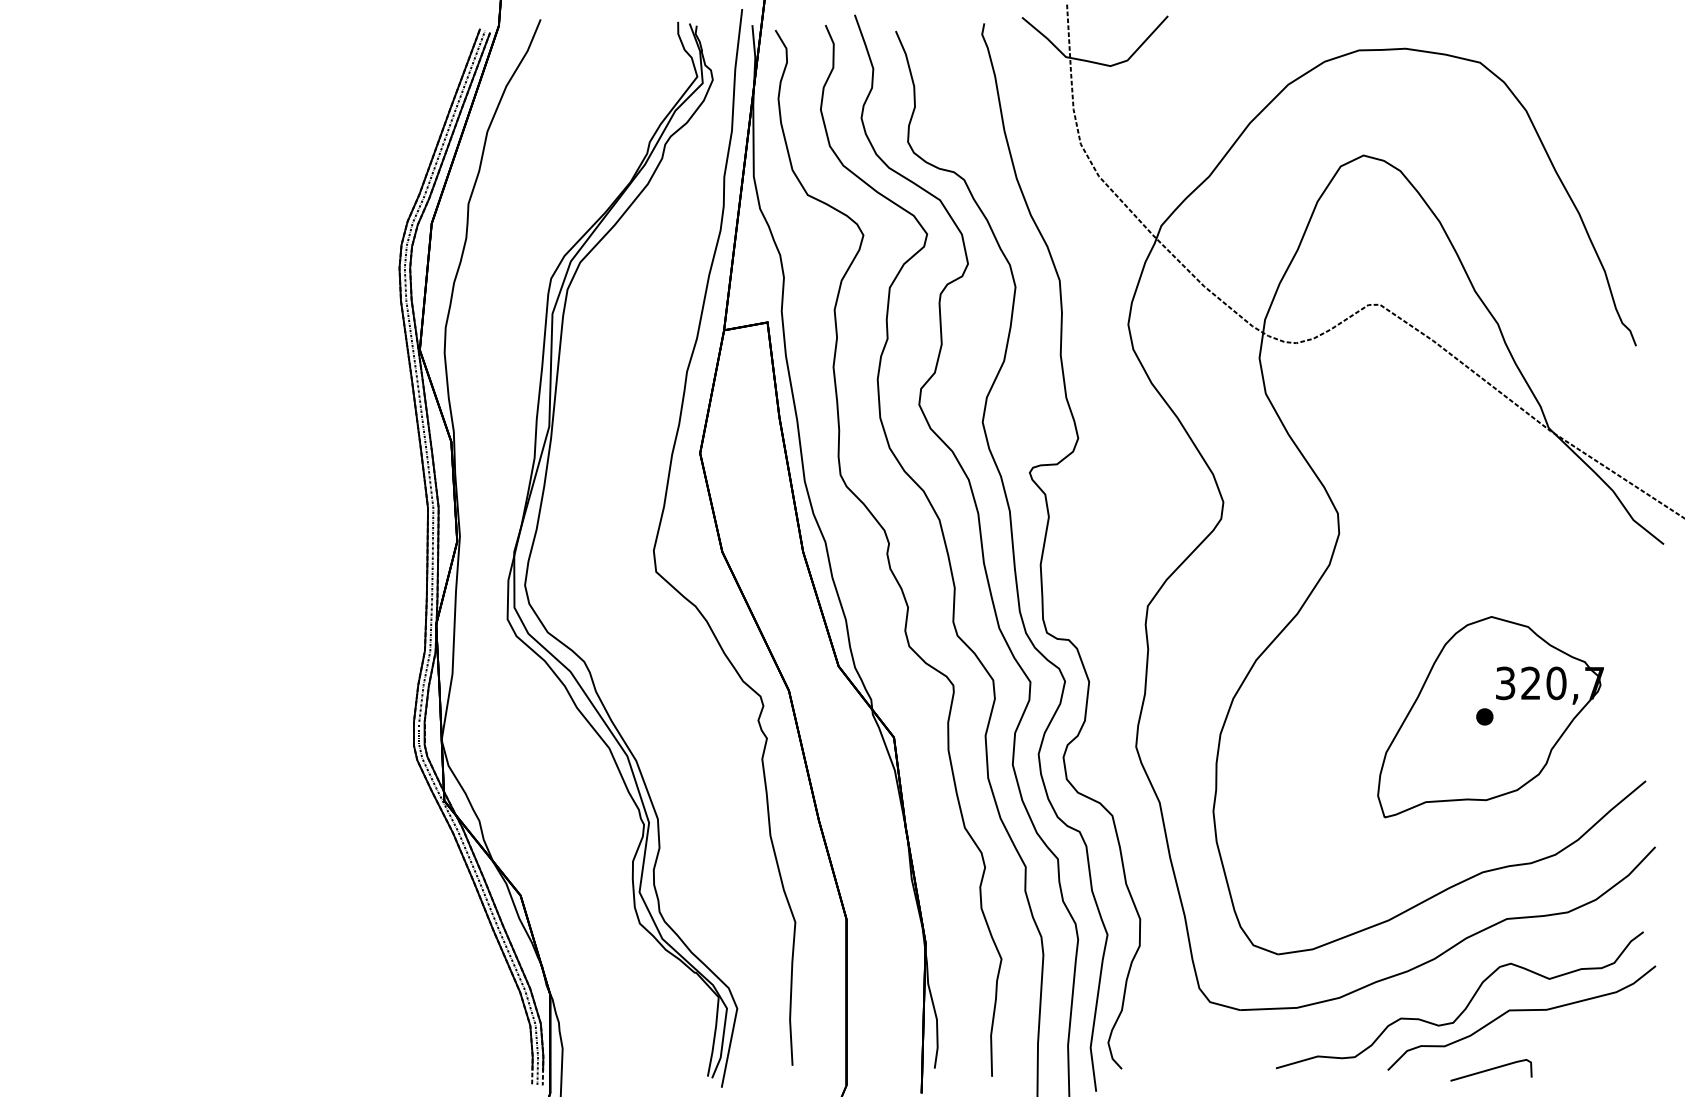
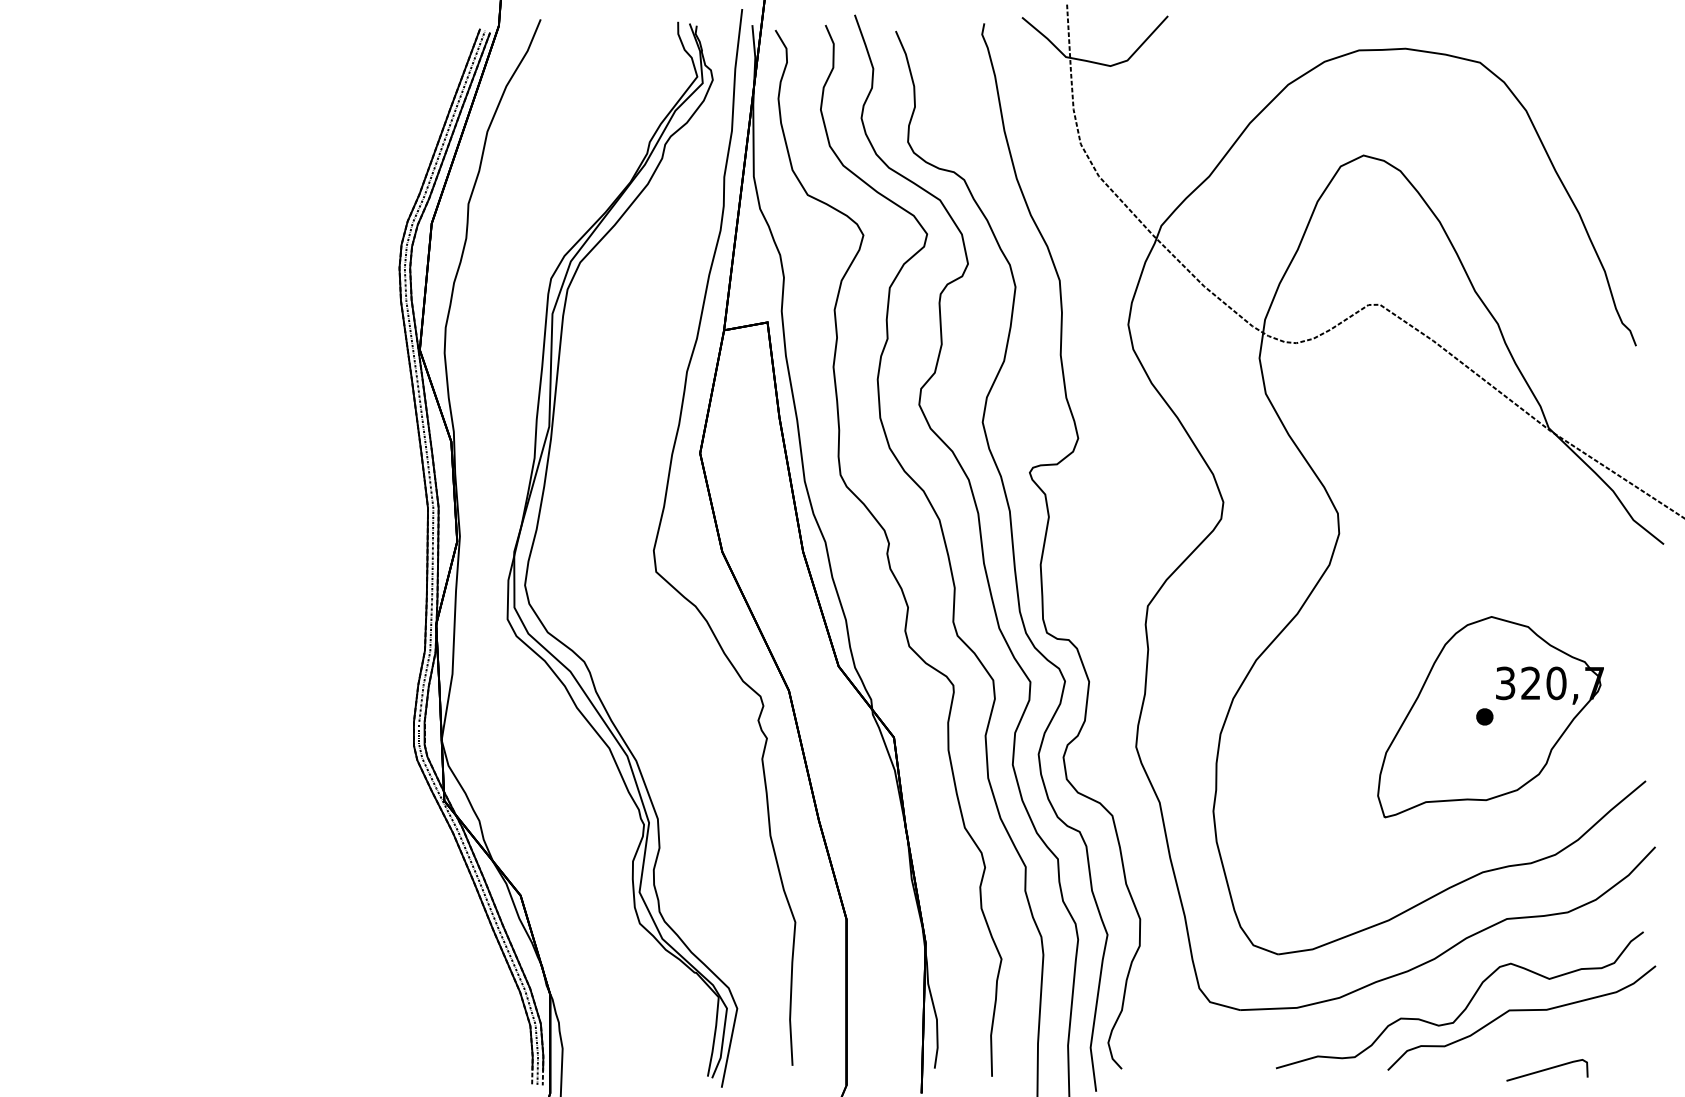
line at (1491, 1070) position: (1491, 1070) -> (1547, 1070)
